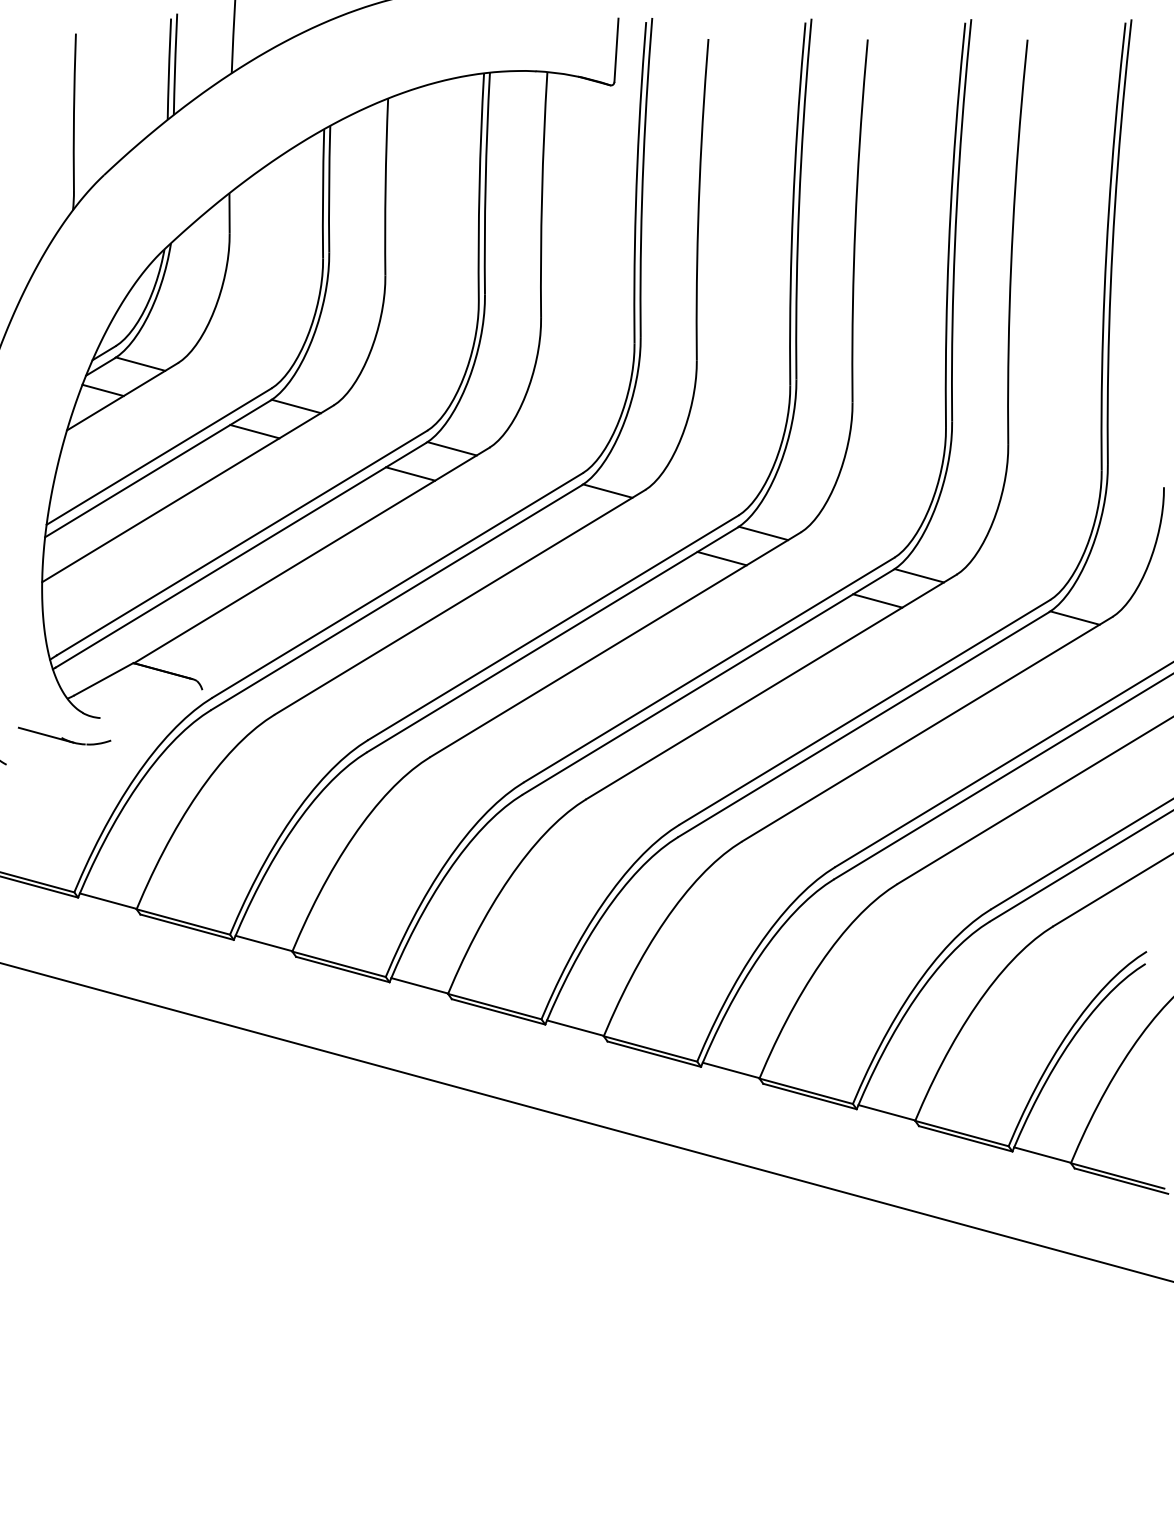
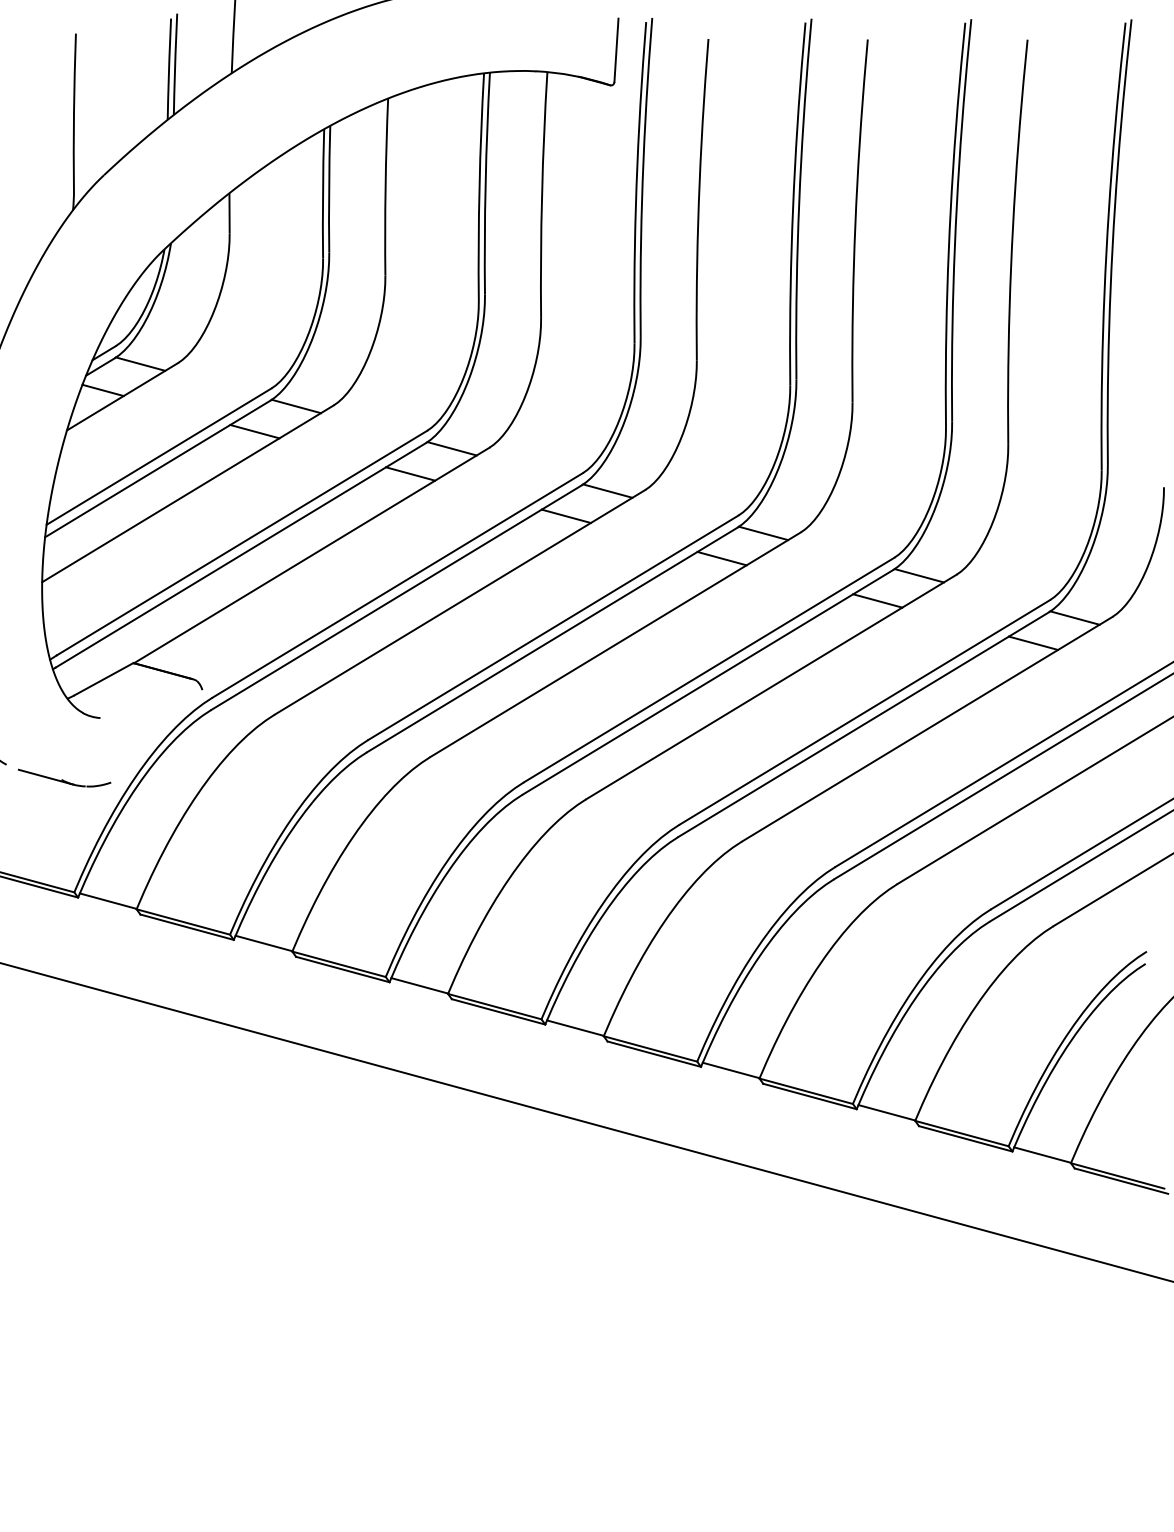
line at (565, 516): none -> present
line at (1033, 642): none -> present
part at (64, 735) position: (64, 735) -> (64, 777)
